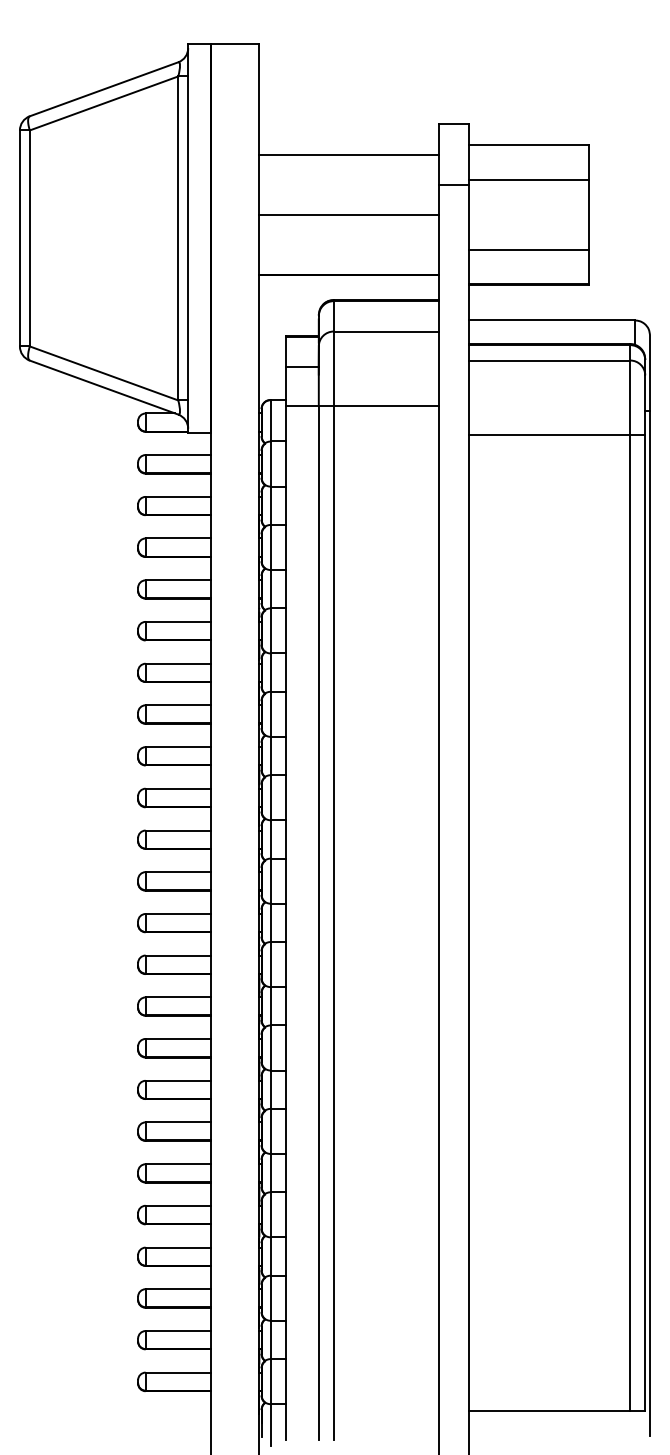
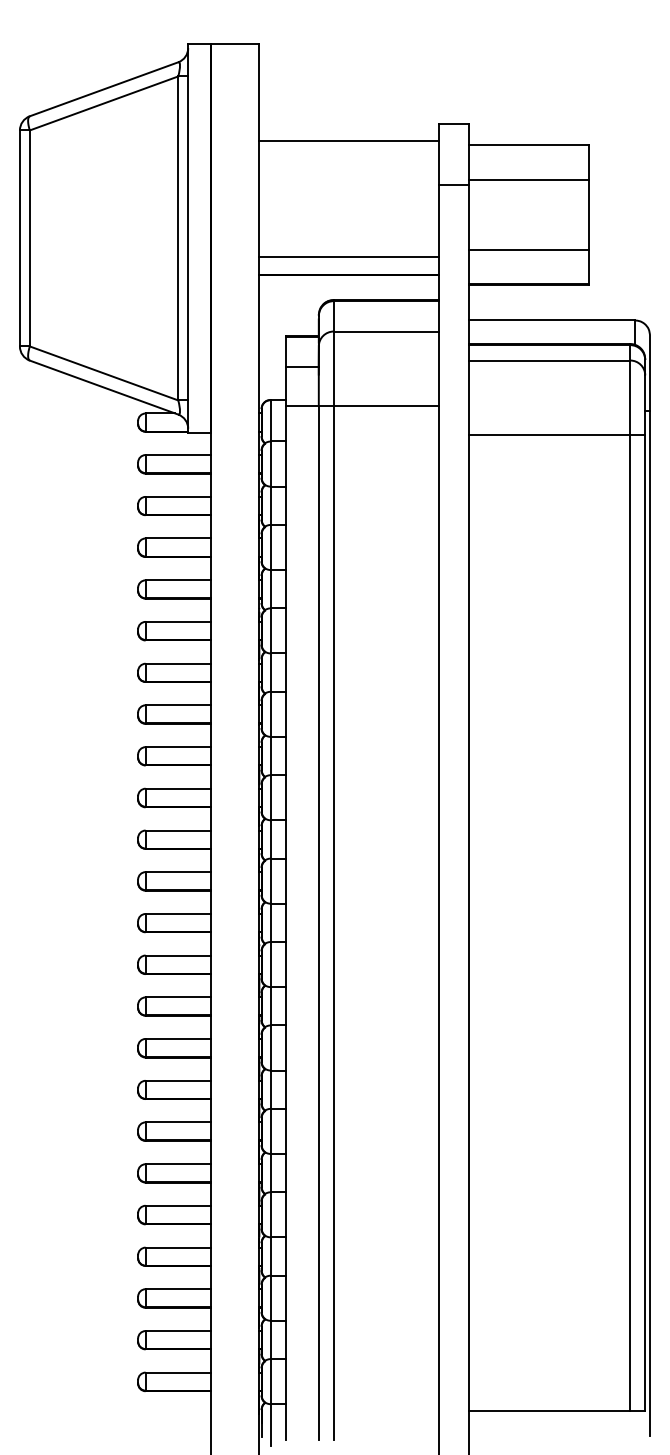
line at (348, 154) position: (348, 154) -> (348, 140)
line at (348, 214) position: (348, 214) -> (348, 256)
